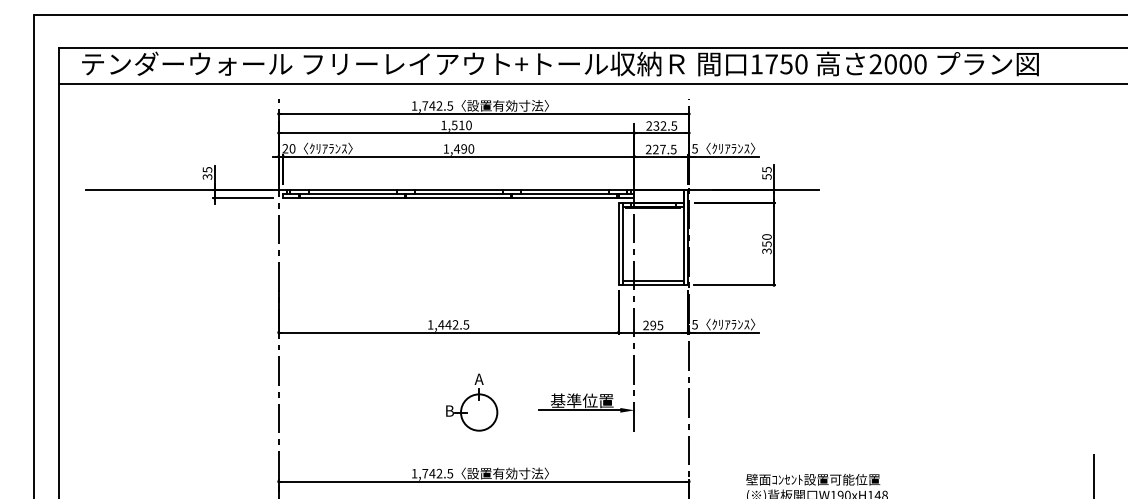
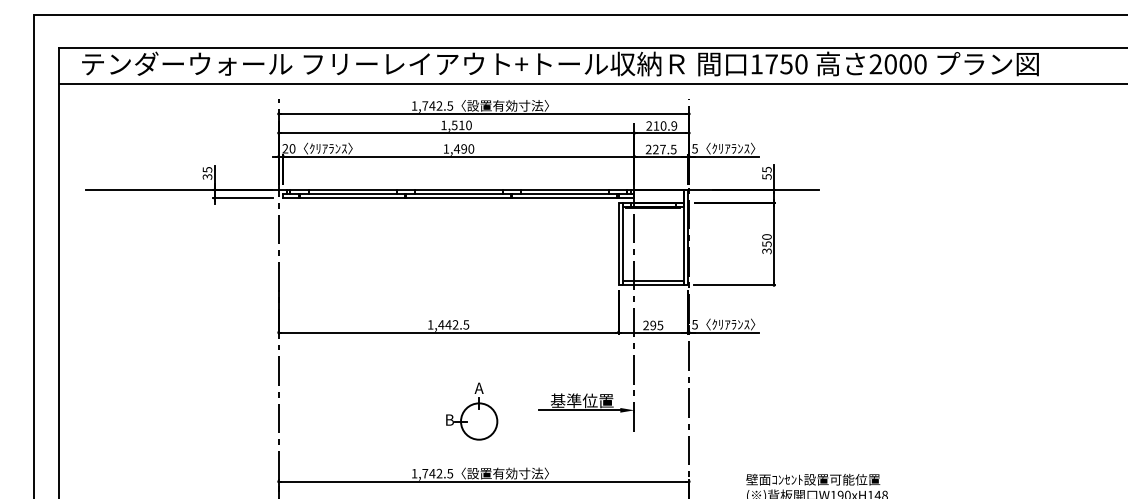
text at (665, 125): 232.5 -> 210.9
part at (472, 402) position: (472, 402) -> (472, 411)
line at (1094, 475): present -> none
